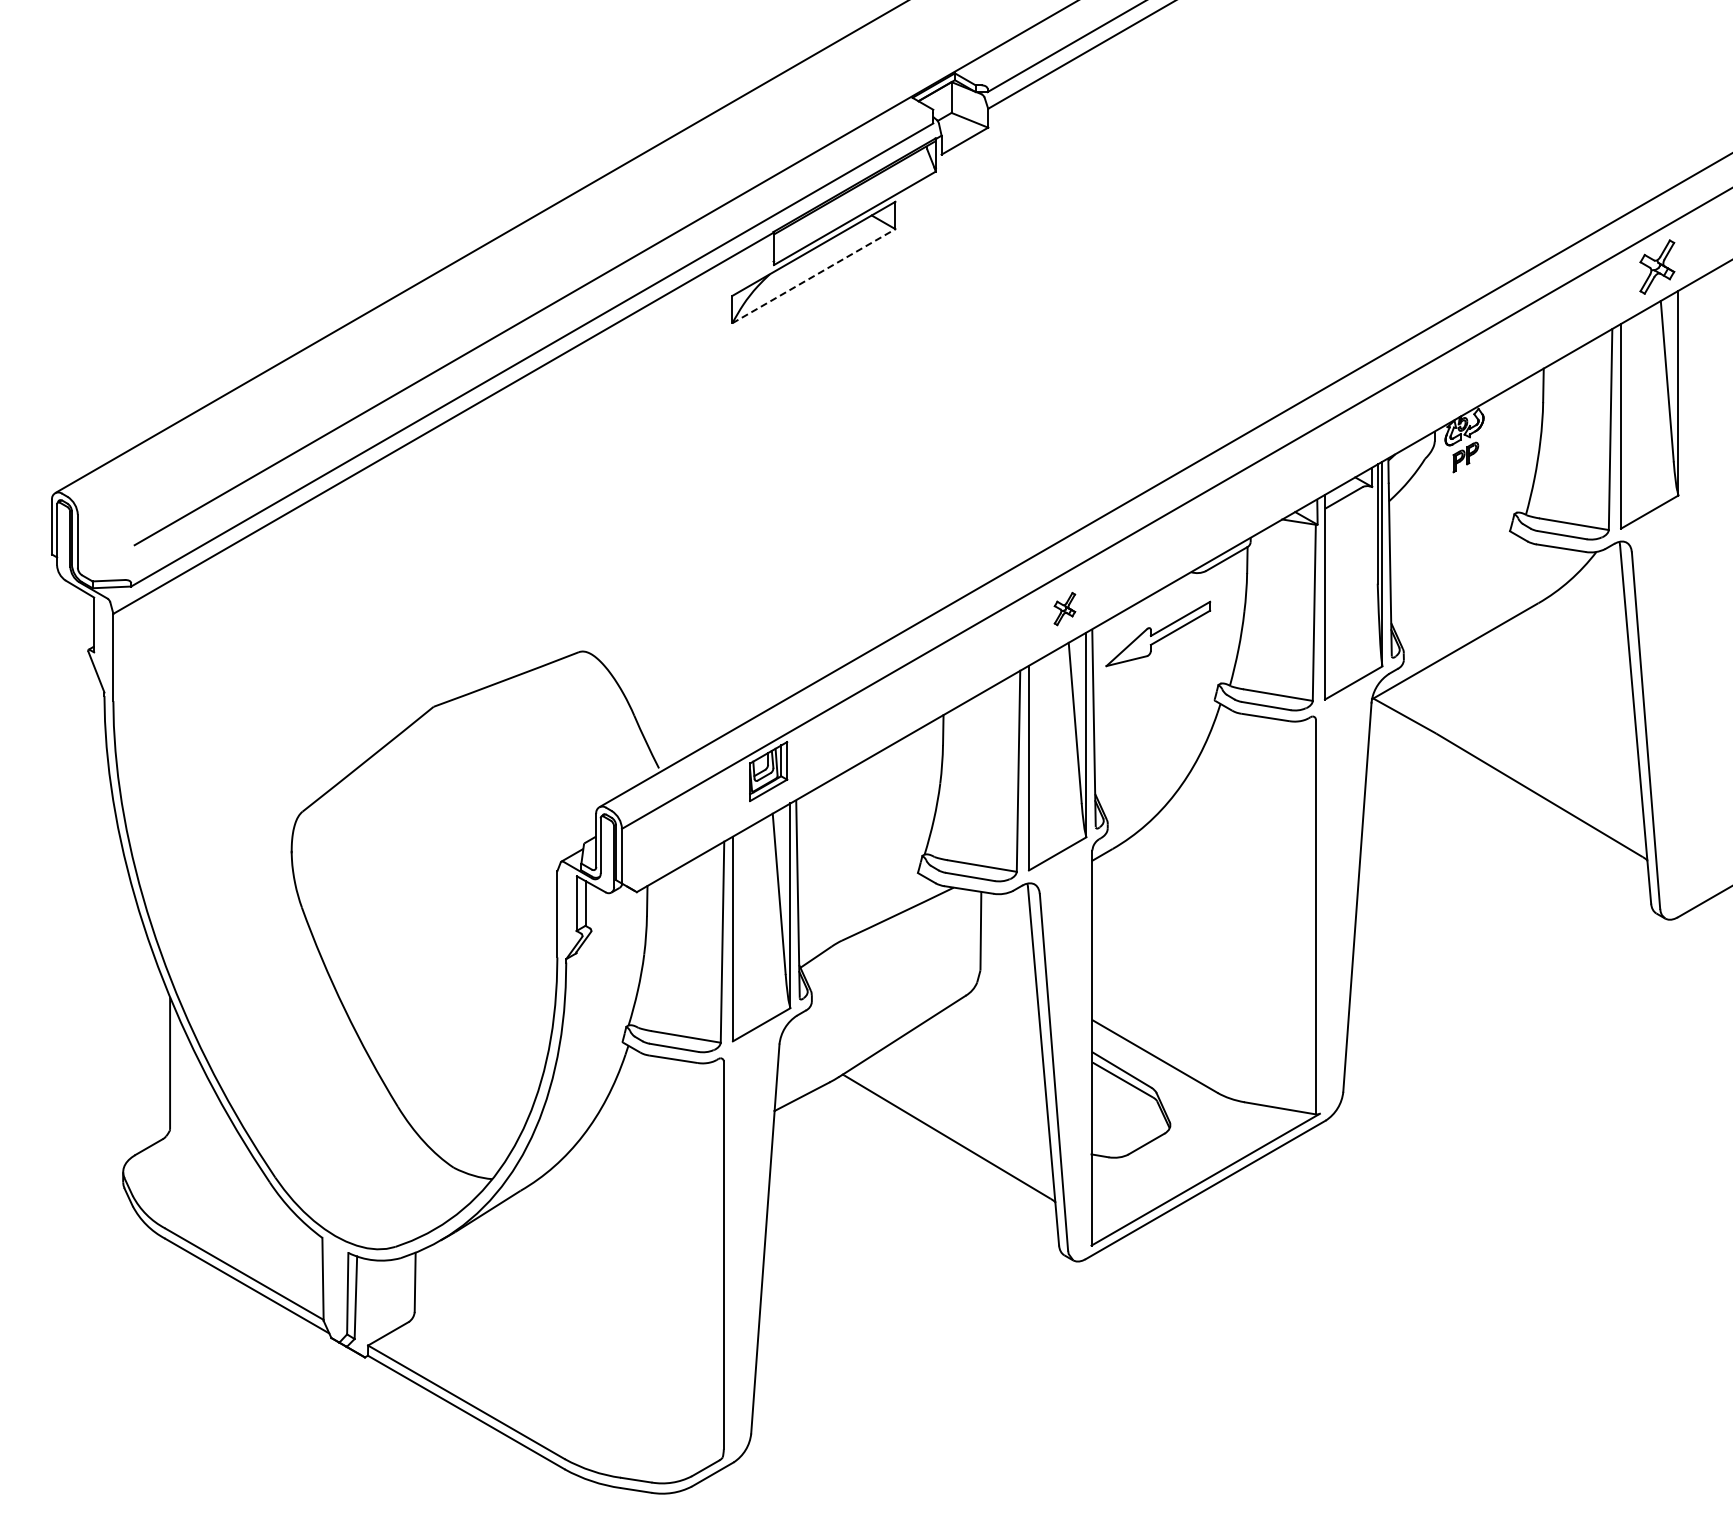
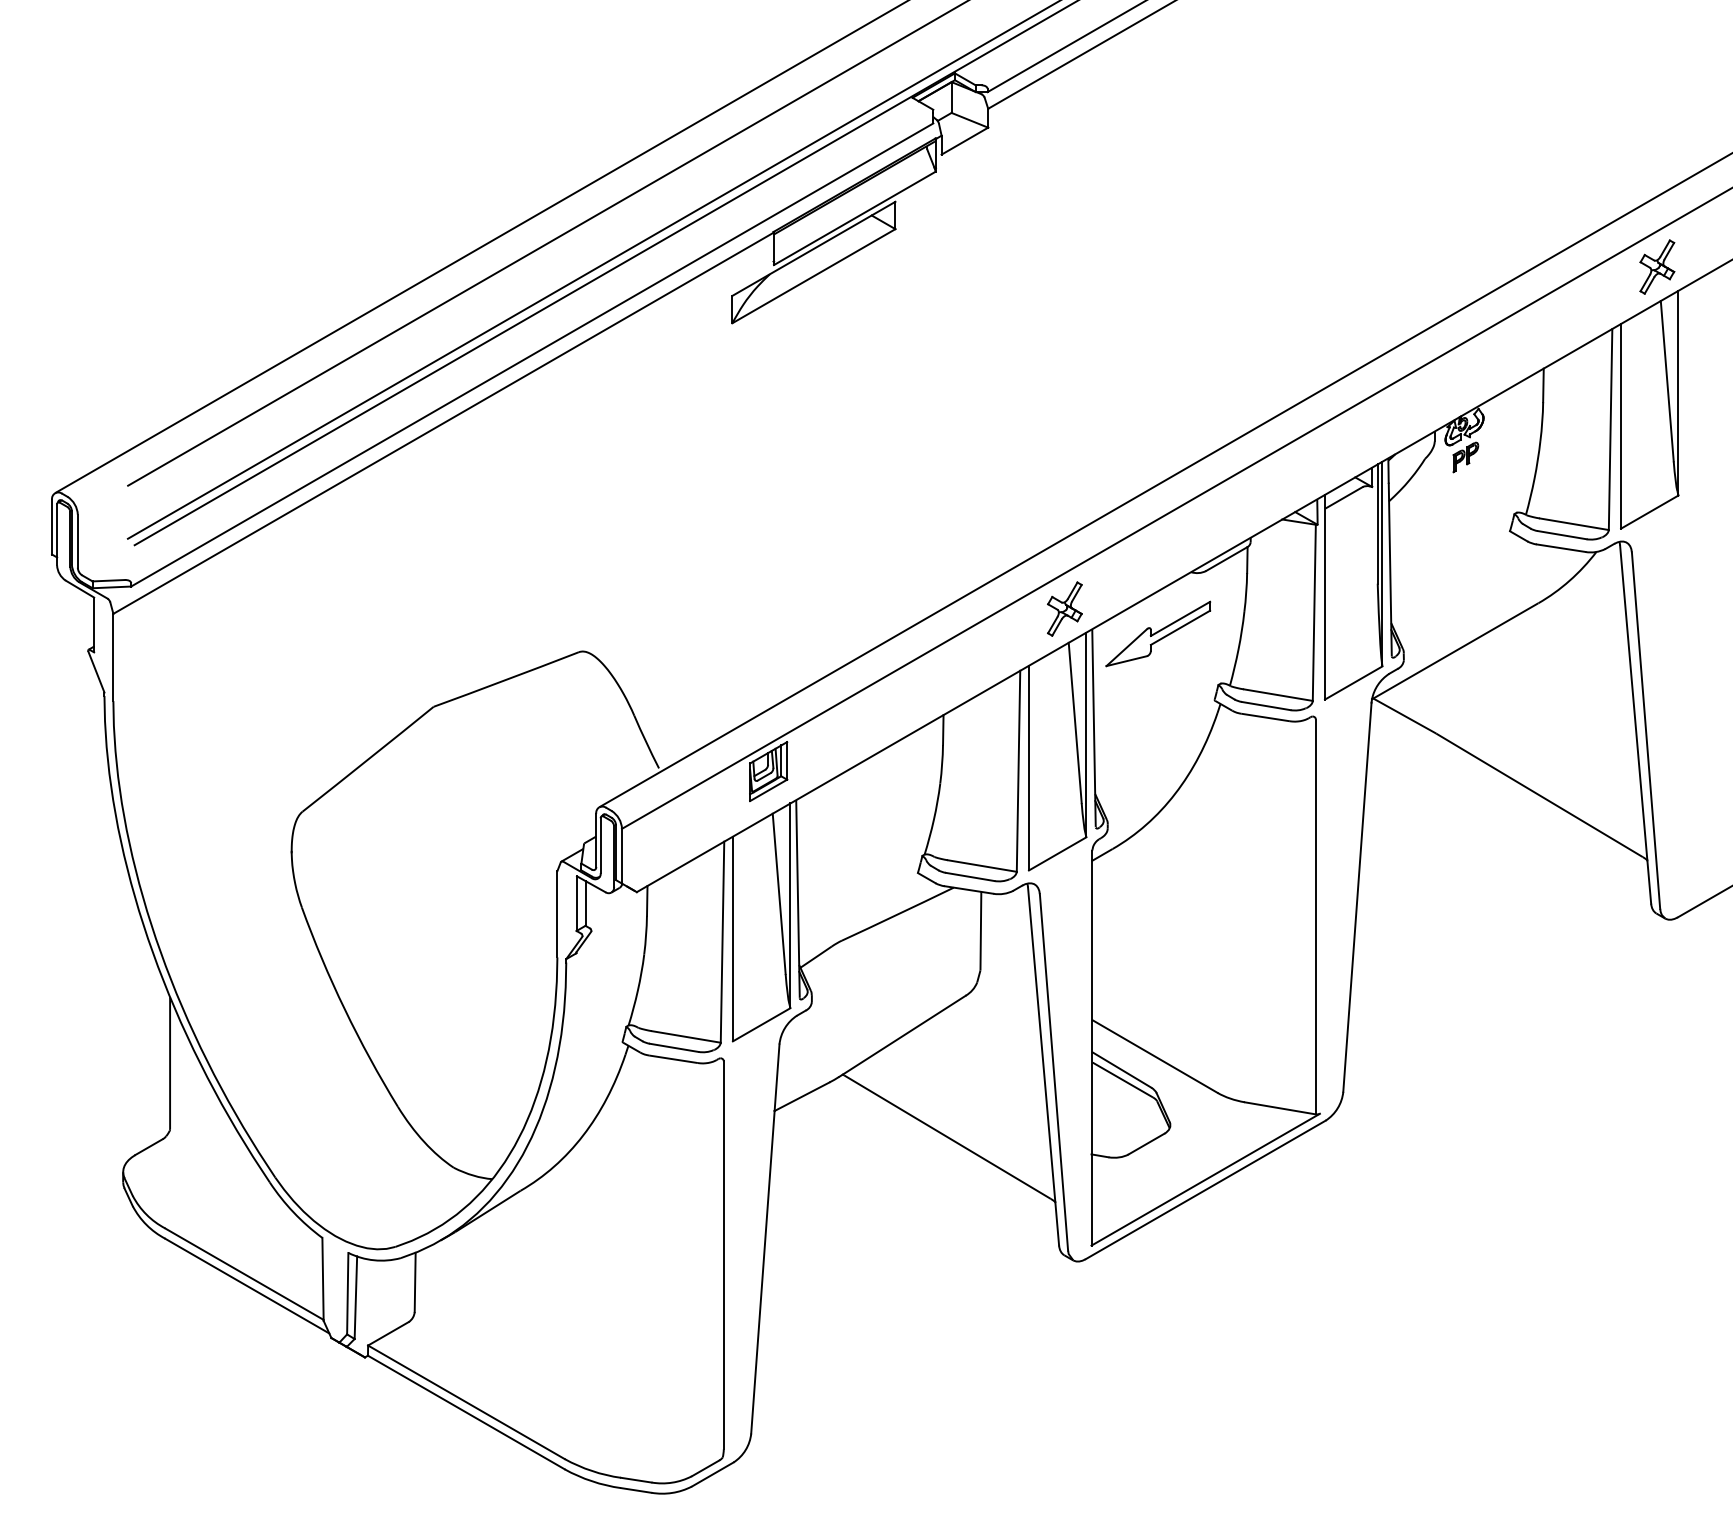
line at (546, 243): none -> present
line at (592, 270): none -> present
line at (814, 275): dashed -> solid
part at (1064, 609) size: 24x35 px -> 36x56 px
